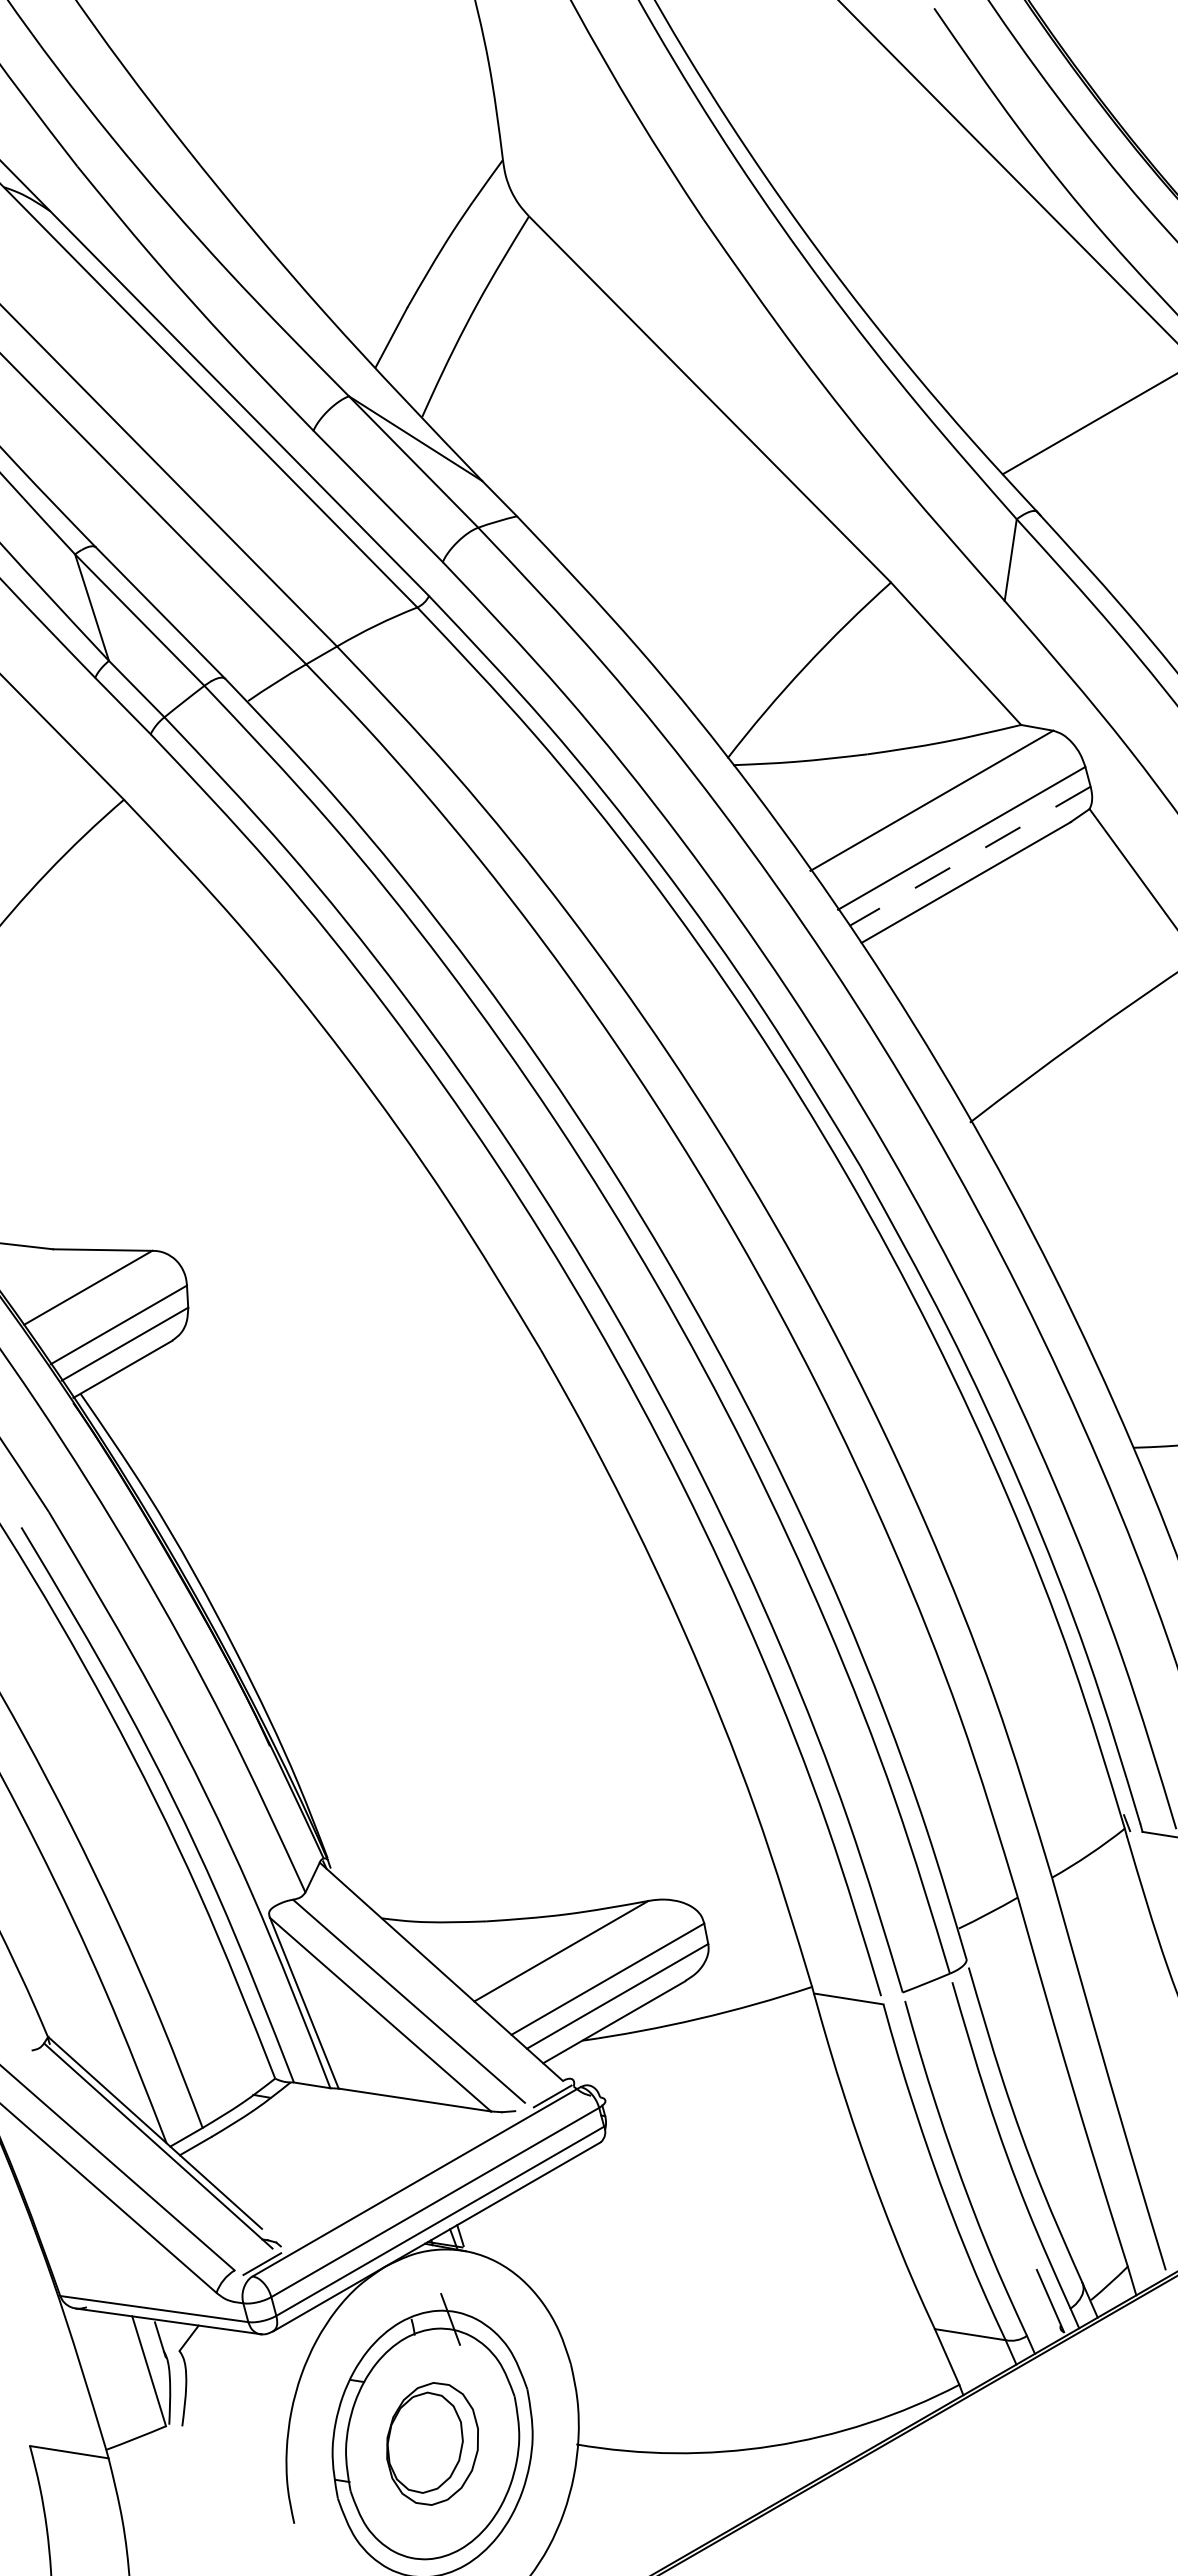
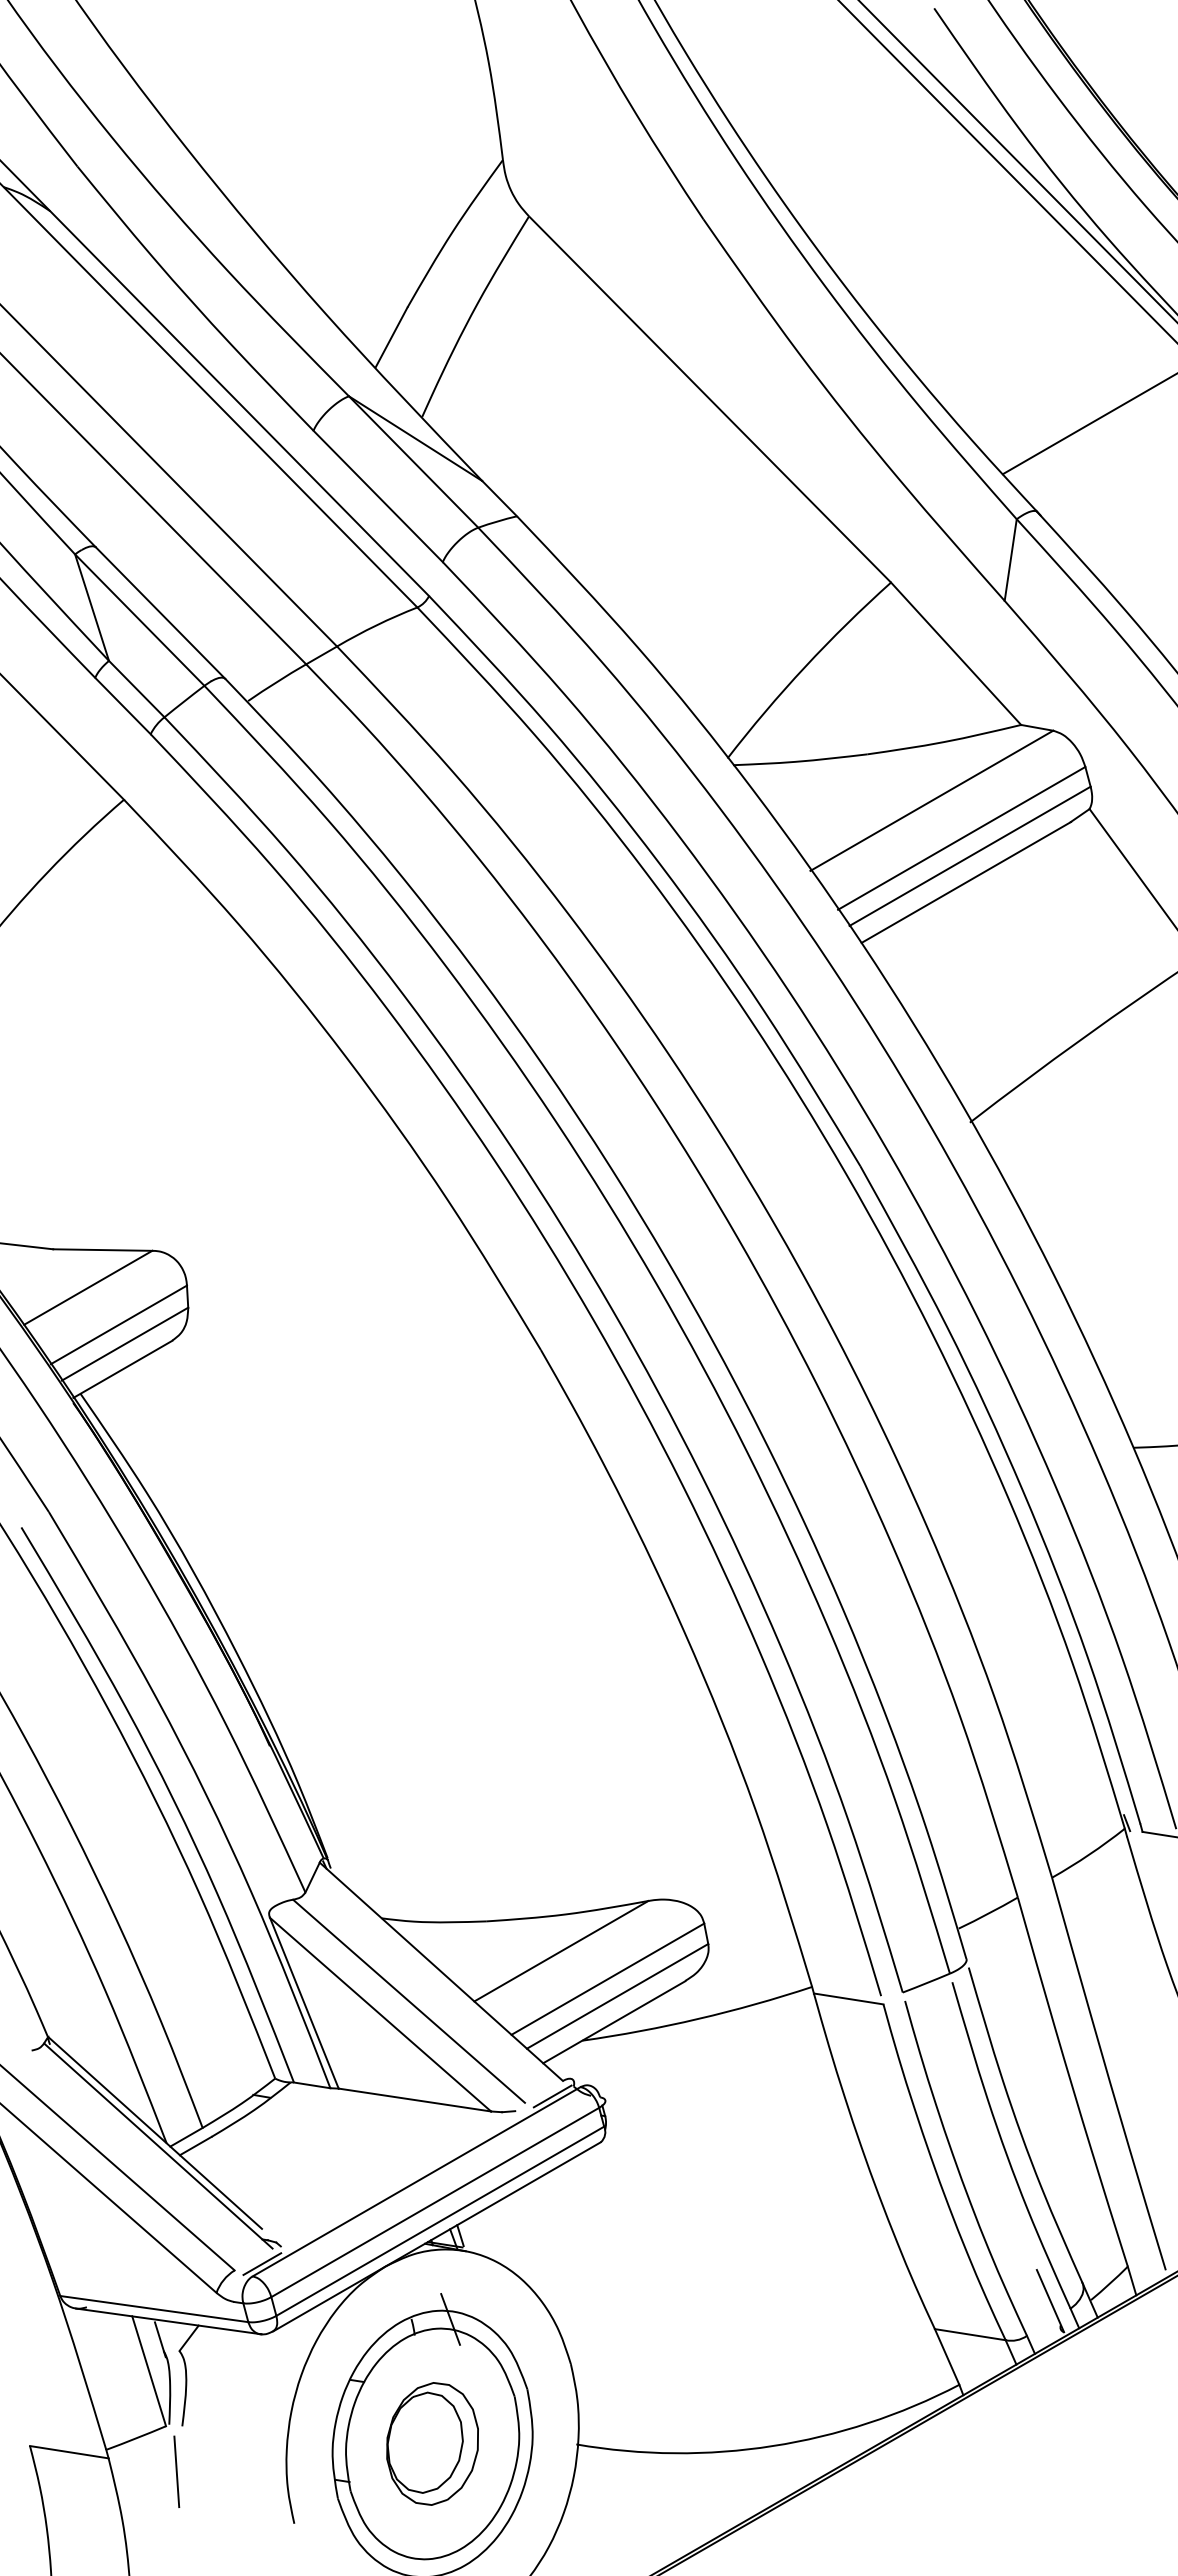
line at (1017, 160): none -> present
line at (969, 856): dashed -> solid
line at (176, 2471): none -> present
